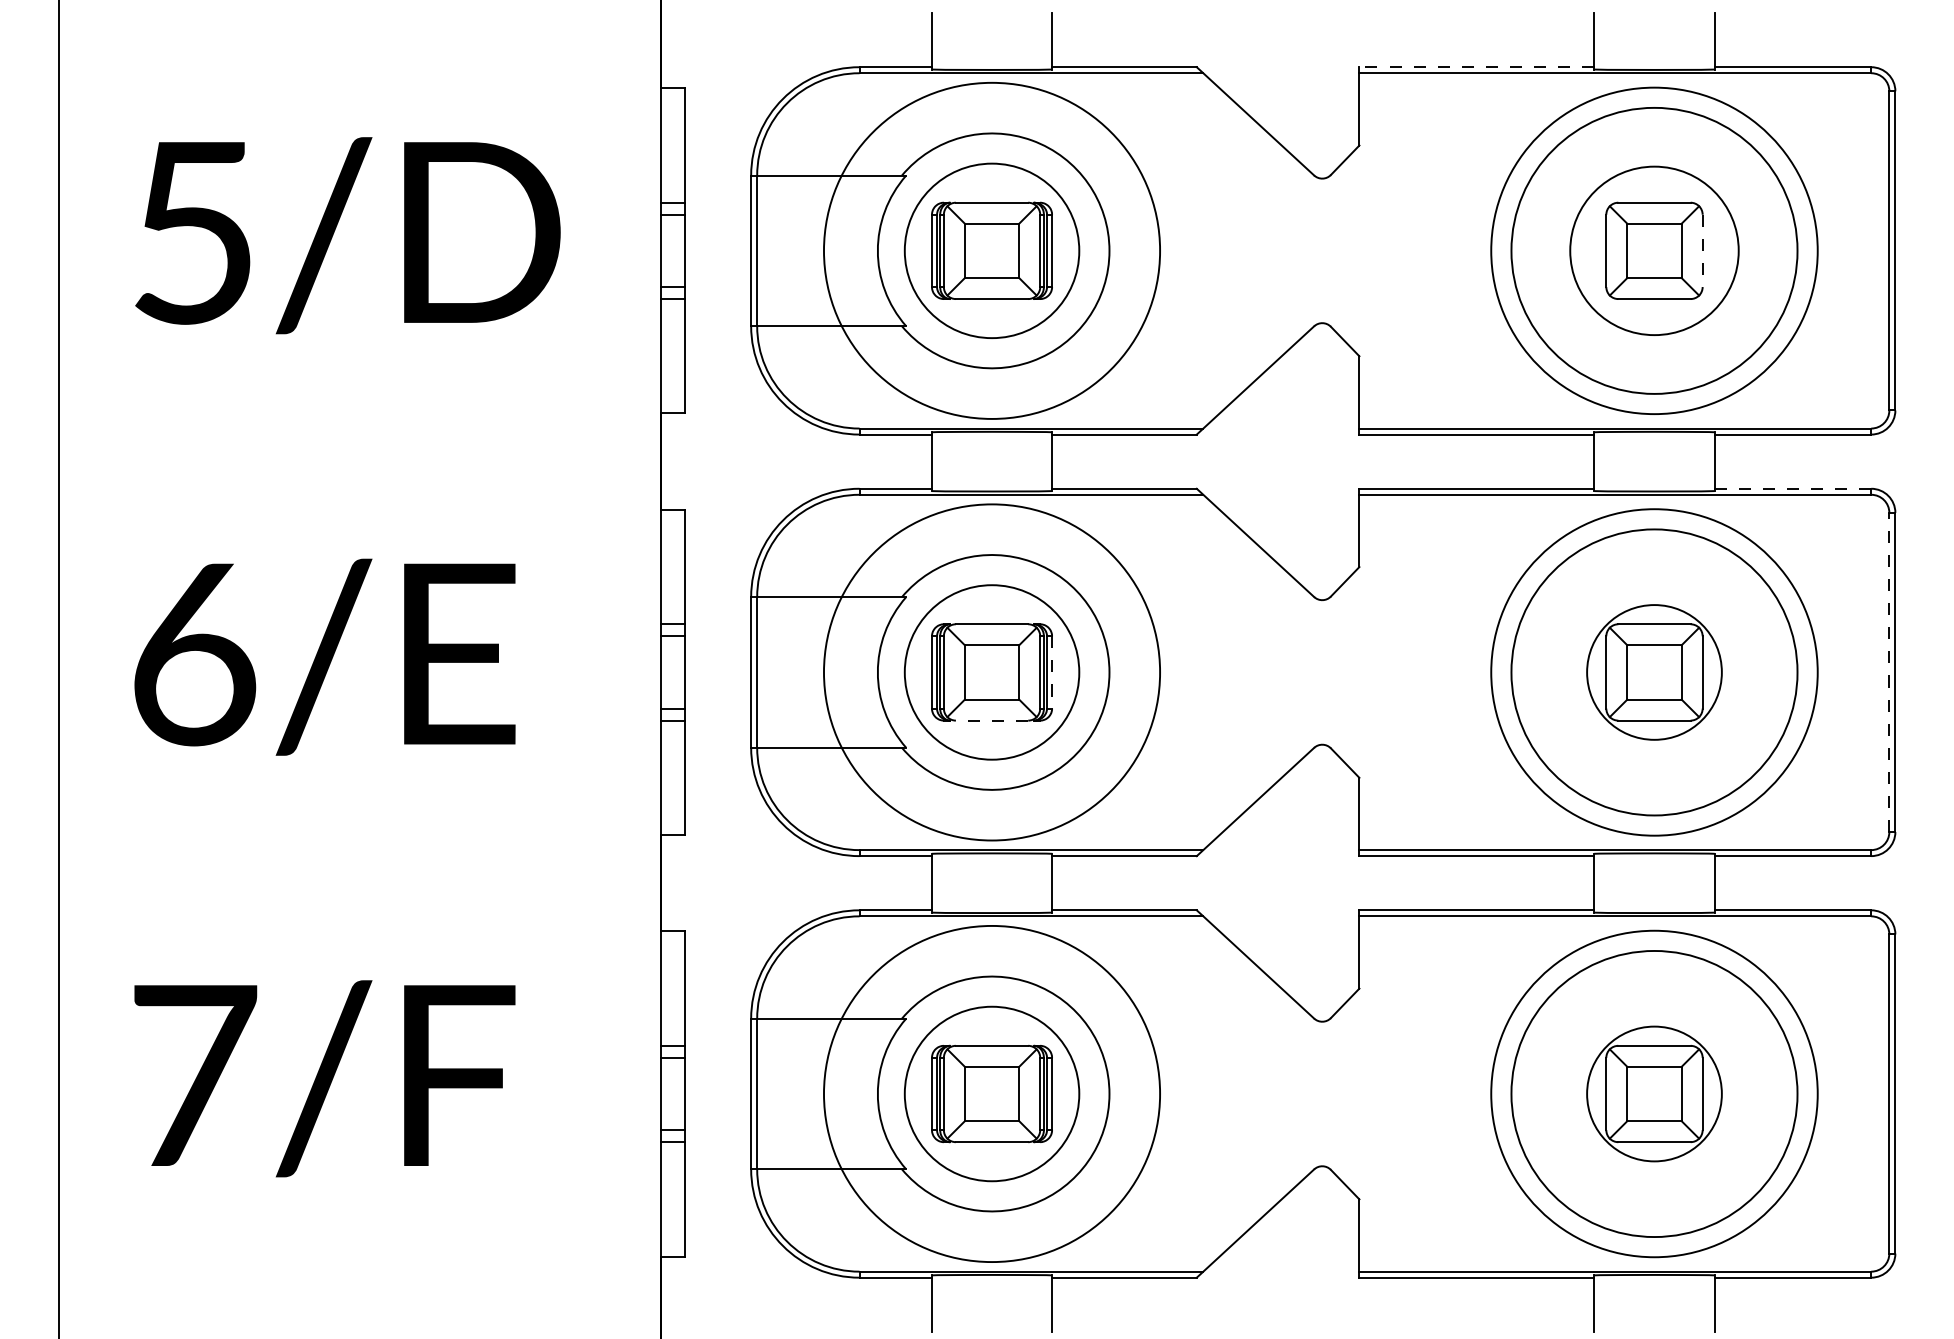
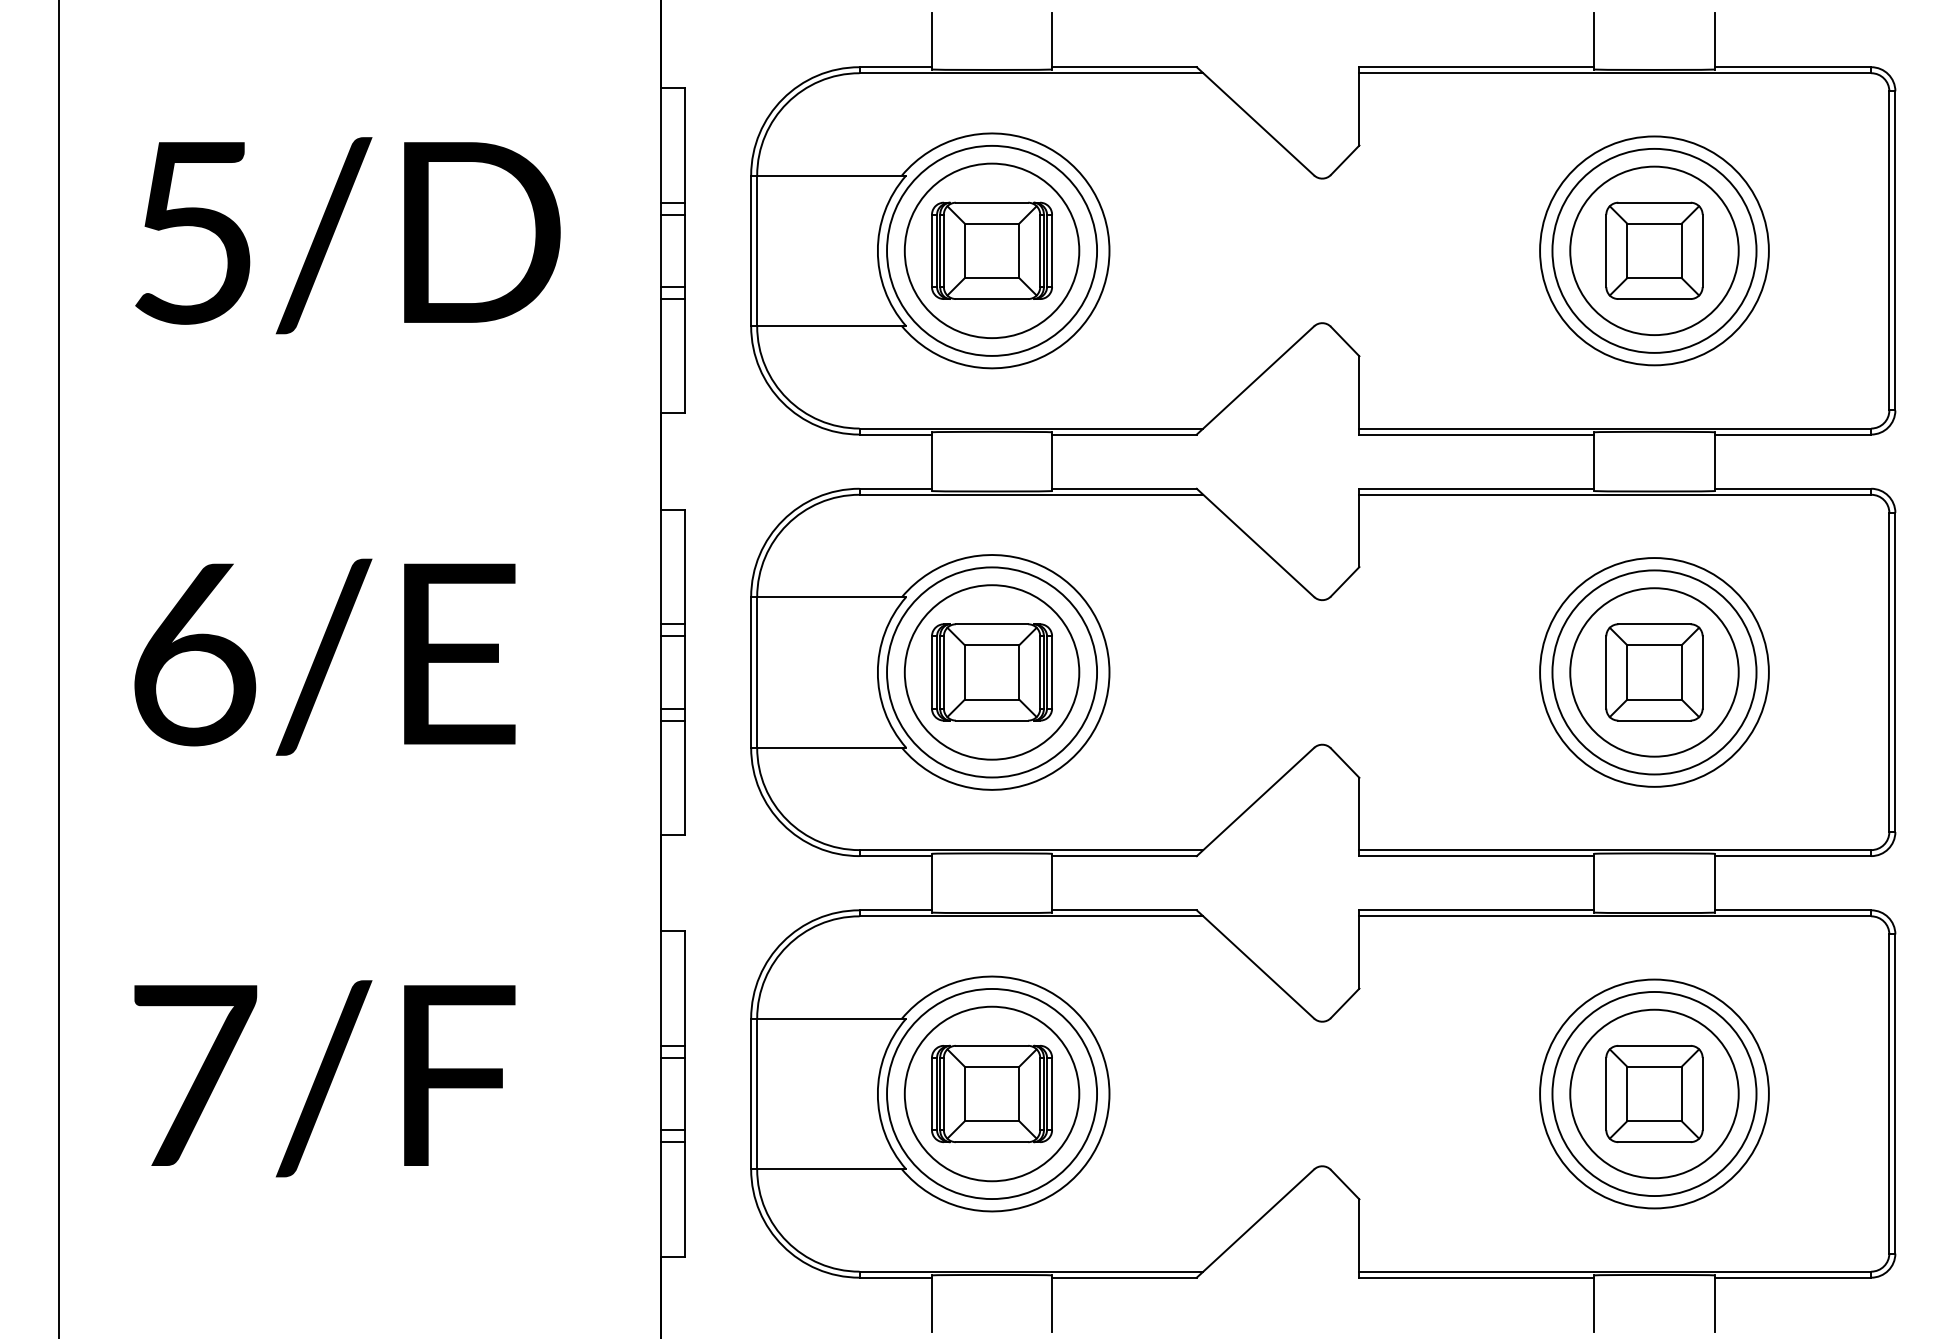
line at (1476, 67): dashed -> solid
circle at (991, 250) diameter: 336 px -> 210 px
circle at (1654, 250) diameter: 286 px -> 229 px
circle at (1654, 250) diameter: 326 px -> 204 px
line at (1702, 251): dashed -> solid
line at (1792, 488): dashed -> solid
circle at (991, 672) diameter: 336 px -> 210 px
line at (1052, 672): dashed -> solid
circle at (1654, 672) diameter: 135 px -> 168 px
circle at (1654, 672) diameter: 286 px -> 229 px
circle at (1654, 672) diameter: 326 px -> 204 px
line at (1889, 672): dashed -> solid
line at (991, 720): dashed -> solid
circle at (991, 1093) diameter: 336 px -> 210 px
circle at (1654, 1093) diameter: 135 px -> 168 px
circle at (1654, 1093) diameter: 286 px -> 229 px
circle at (1654, 1093) diameter: 326 px -> 204 px
